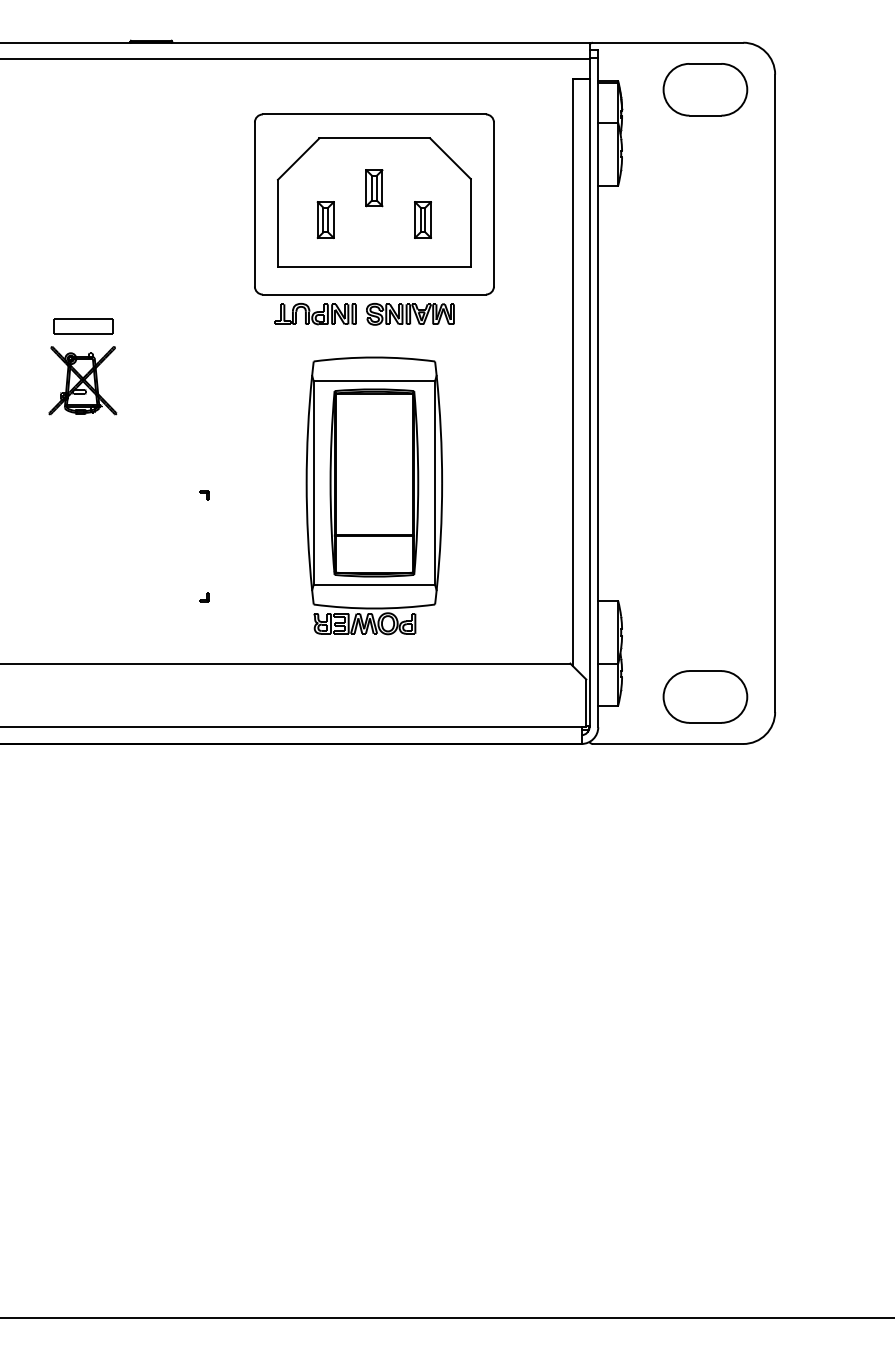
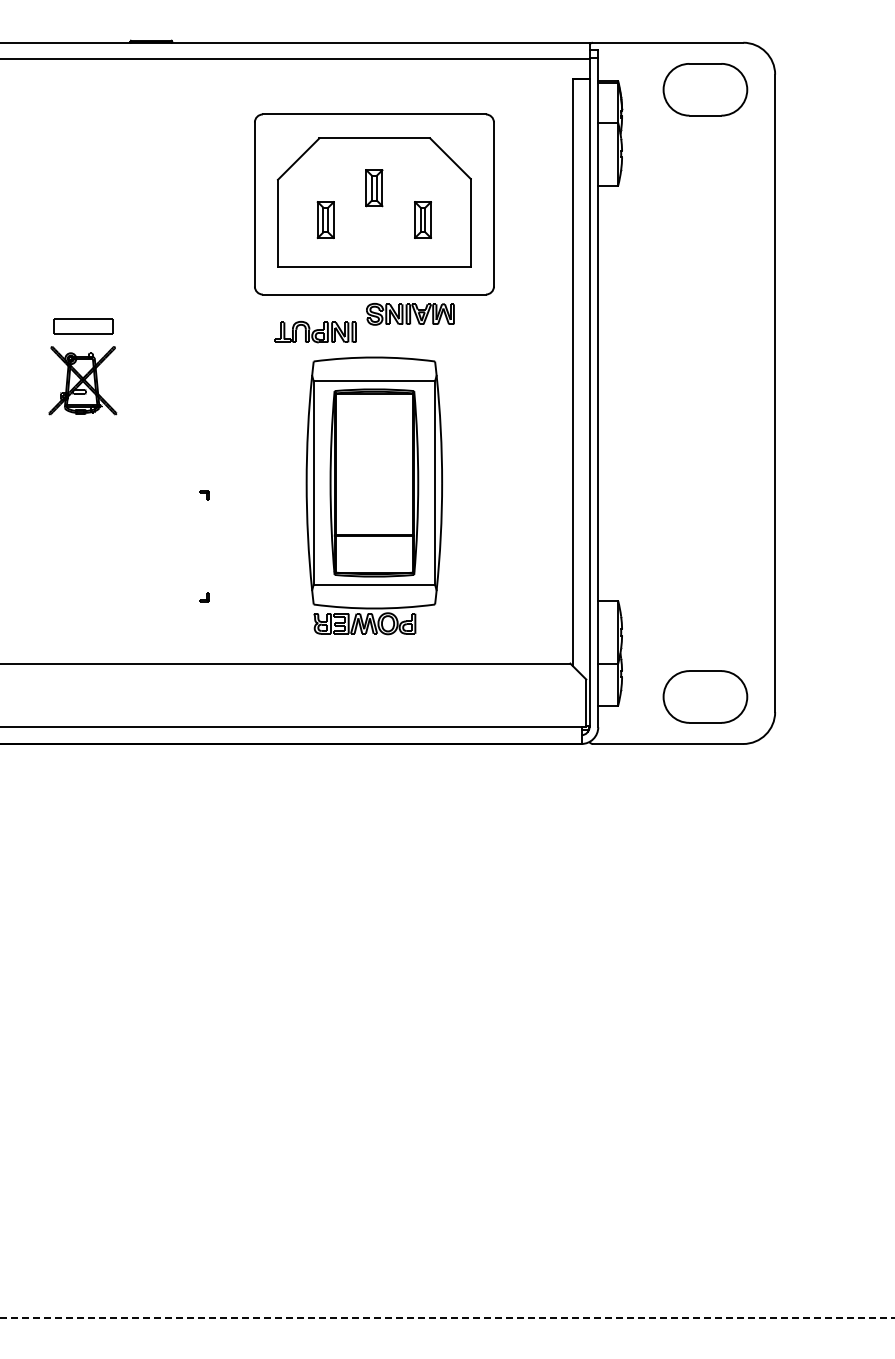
part at (315, 314) position: (315, 314) -> (315, 332)
line at (448, 1318): solid -> dashed
